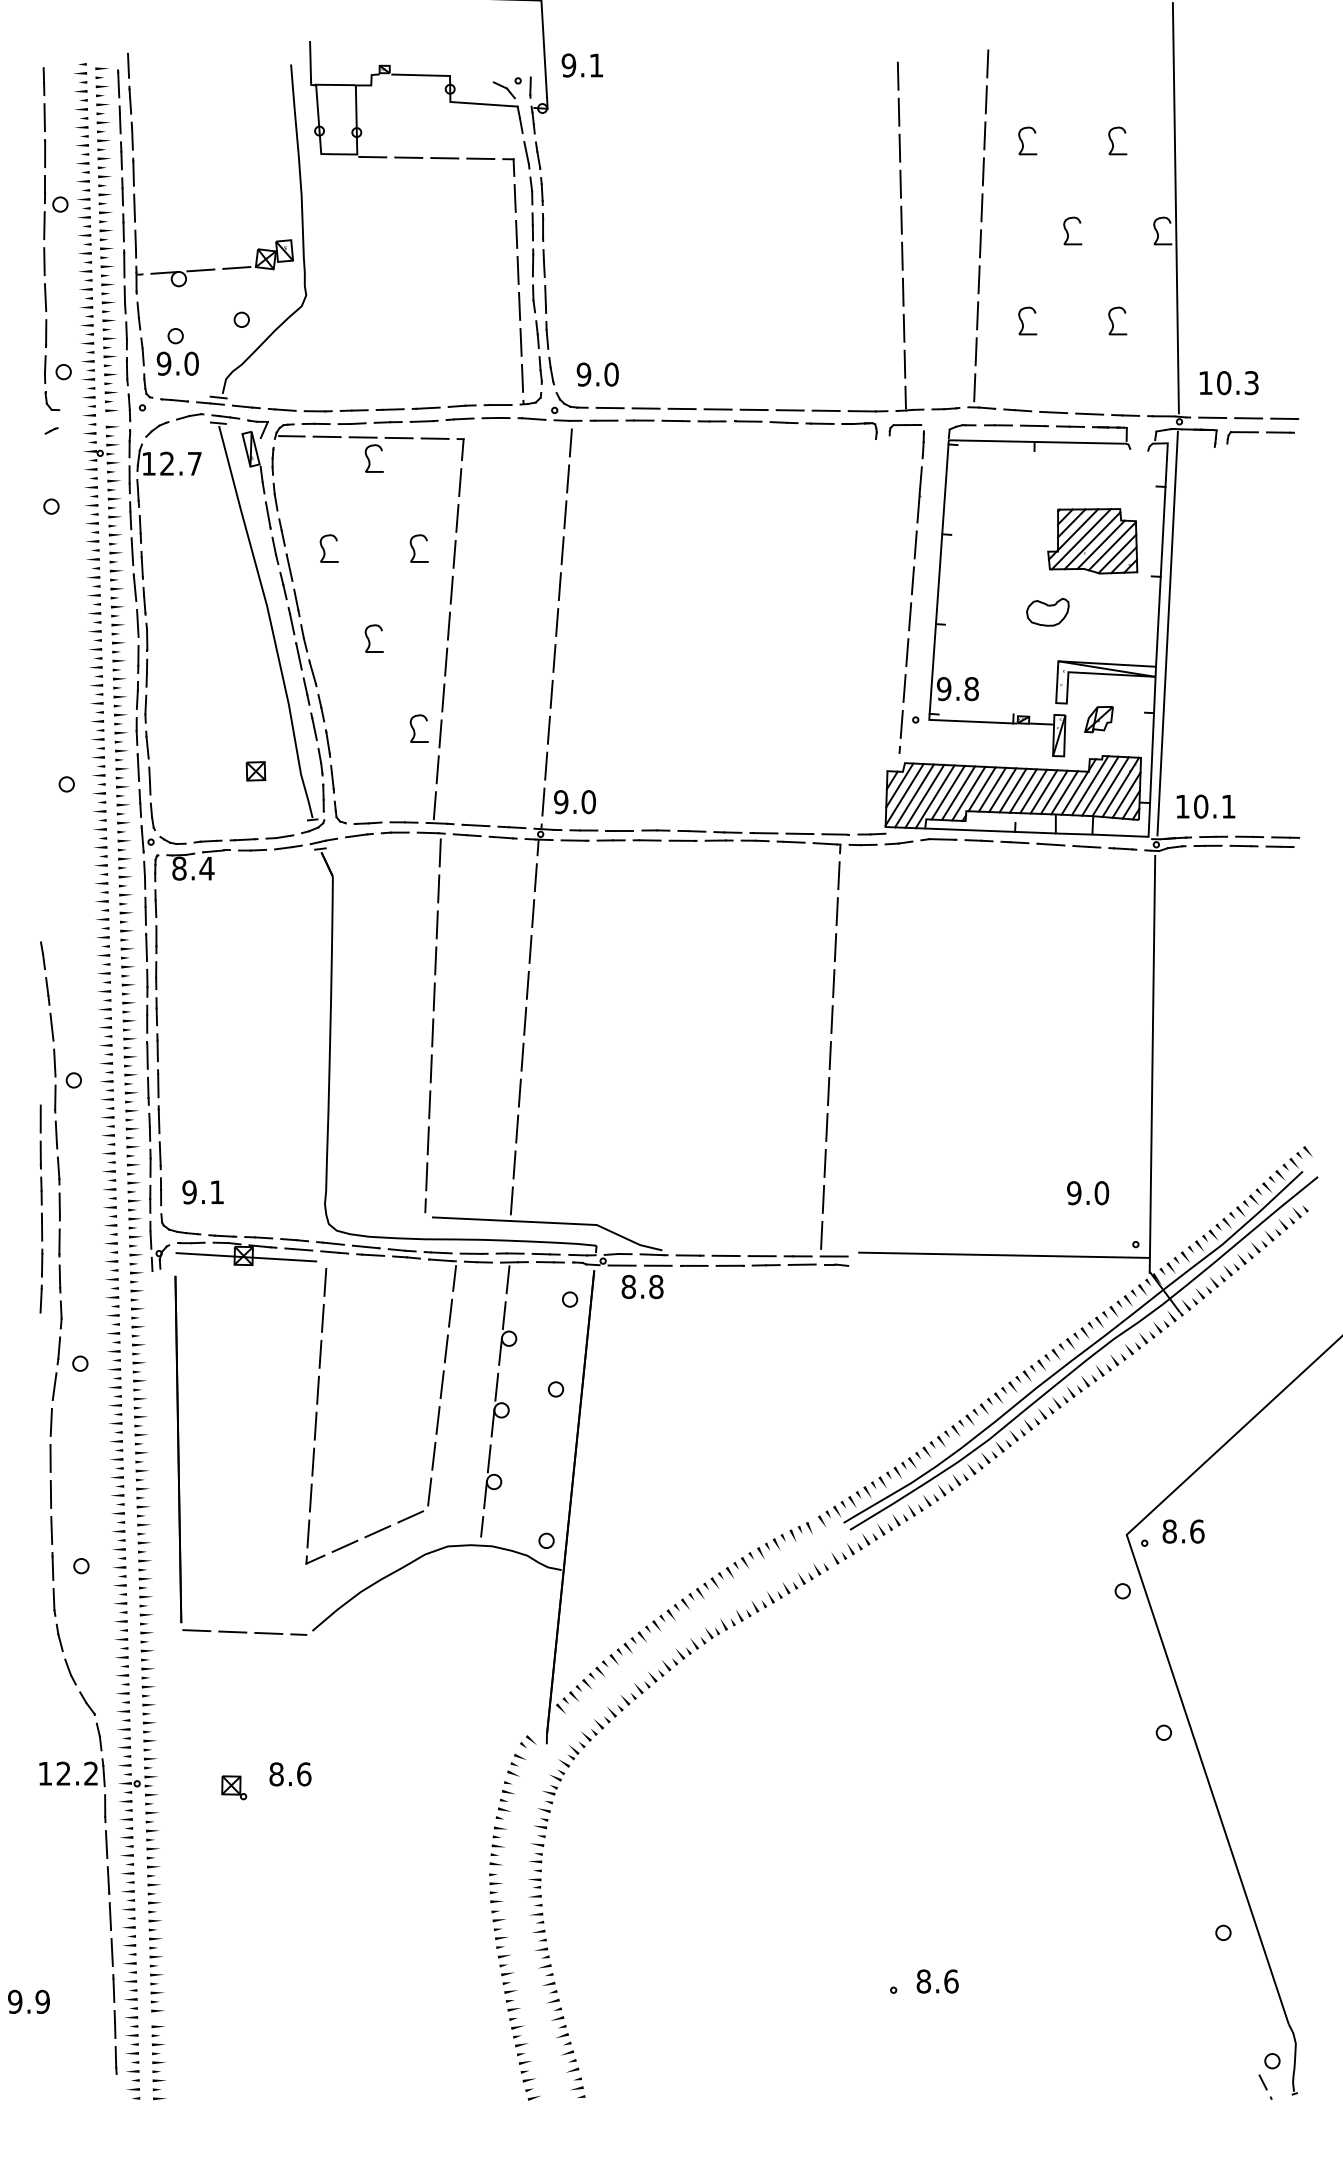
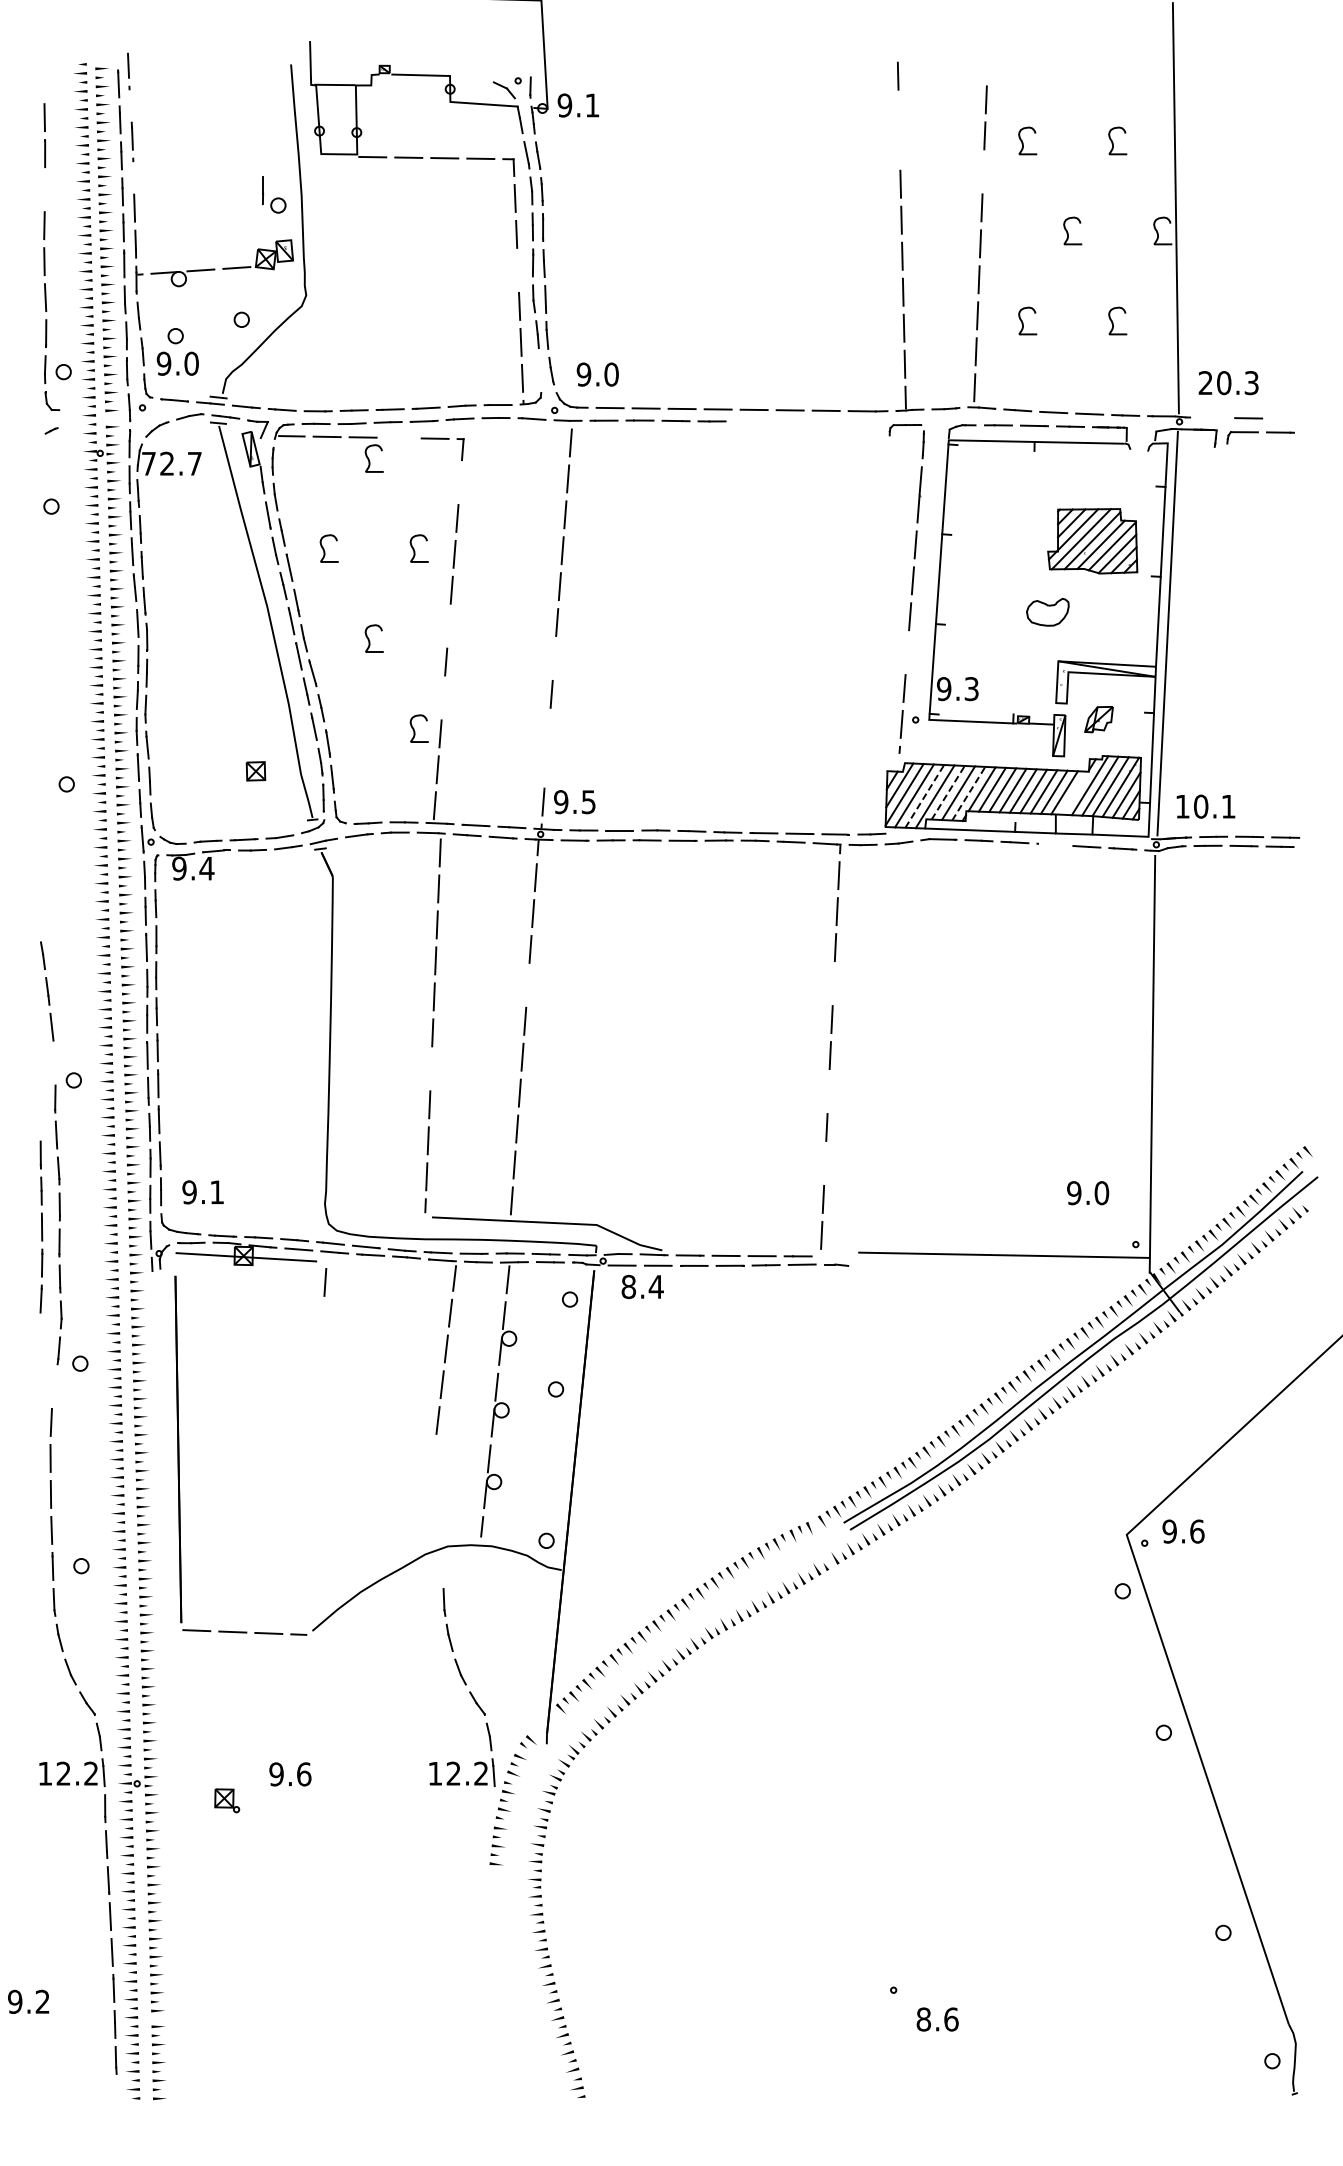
line at (987, 63): present -> none
text at (582, 65) position: (582, 65) -> (578, 105)
line at (43, 81): present -> none
line at (130, 101): present -> none
line at (898, 111): present -> none
line at (899, 147): present -> none
line at (982, 171): present -> none
line at (133, 173): present -> none
part at (56, 193) position: (56, 193) -> (274, 194)
line at (517, 269): present -> none
line at (540, 370): present -> none
text at (1205, 382): 10.3 -> 20.3
line at (1212, 417): present -> none
line at (1284, 418): present -> none
part at (805, 429): present -> none
line at (398, 437): present -> none
text at (148, 463): 12.7 -> 72.7
line at (460, 482): present -> none
line at (448, 625): present -> none
line at (907, 652): present -> none
line at (554, 658): present -> none
text at (971, 689): 9.8 -> 9.3
line at (443, 697): present -> none
line at (548, 729): present -> none
line at (546, 765): present -> none
line at (948, 792): solid -> dashed
line at (1074, 792): present -> none
line at (969, 793): solid -> dashed
line at (924, 796): solid -> dashed
text at (588, 802): 9.0 -> 9.5
line at (1051, 844): present -> none
text at (179, 868): 8.4 -> 9.4
line at (833, 983): present -> none
line at (527, 985): present -> none
line at (54, 1062): present -> none
line at (430, 1068): present -> none
line at (828, 1091): present -> none
line at (40, 1118): present -> none
line at (824, 1162): present -> none
line at (833, 1256): present -> none
text at (655, 1286): 8.8 -> 8.4
line at (54, 1386): present -> none
part at (316, 1433): present -> none
text at (1169, 1531): 8.6 -> 9.6
part at (462, 1687): none -> present
text at (276, 1774): 8.6 -> 9.6
part at (234, 1787) position: (234, 1787) -> (227, 1800)
text at (937, 1981) position: (937, 1981) -> (937, 2019)
part at (514, 1986): present -> none
text at (42, 2001): 9.9 -> 9.2
line at (1265, 2086): present -> none
